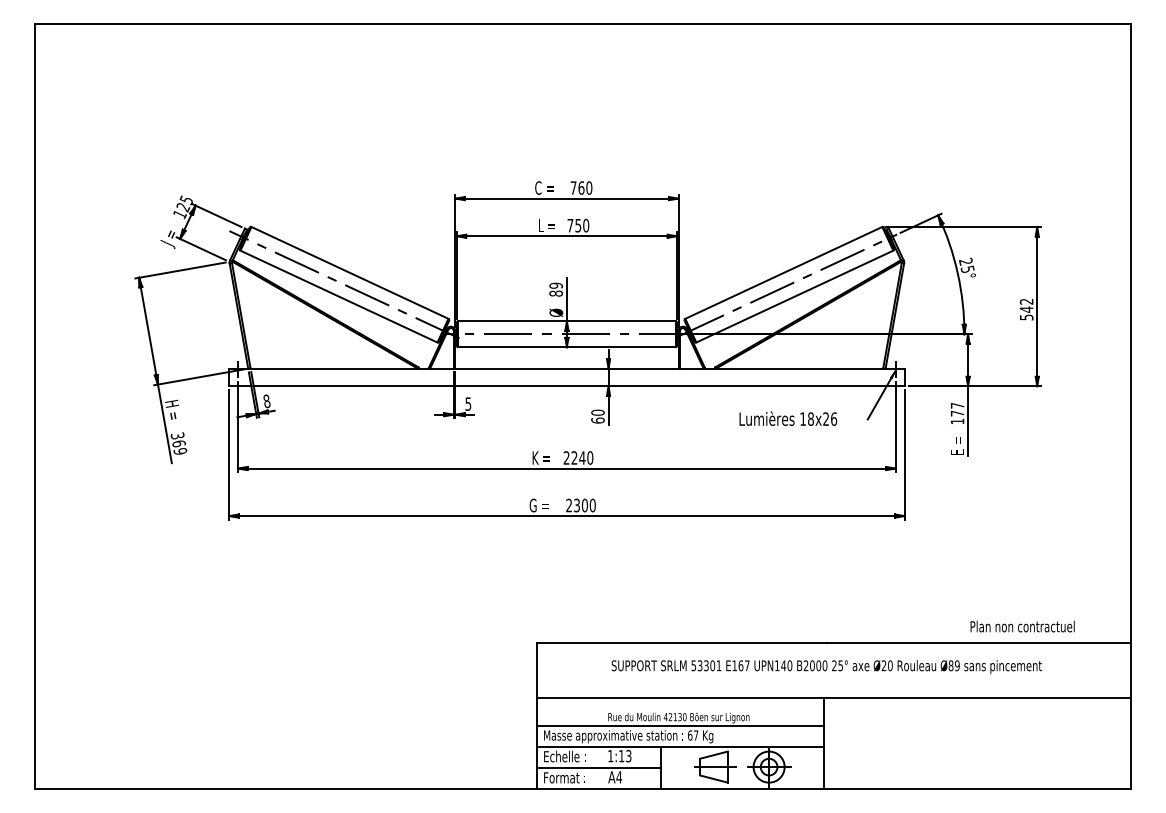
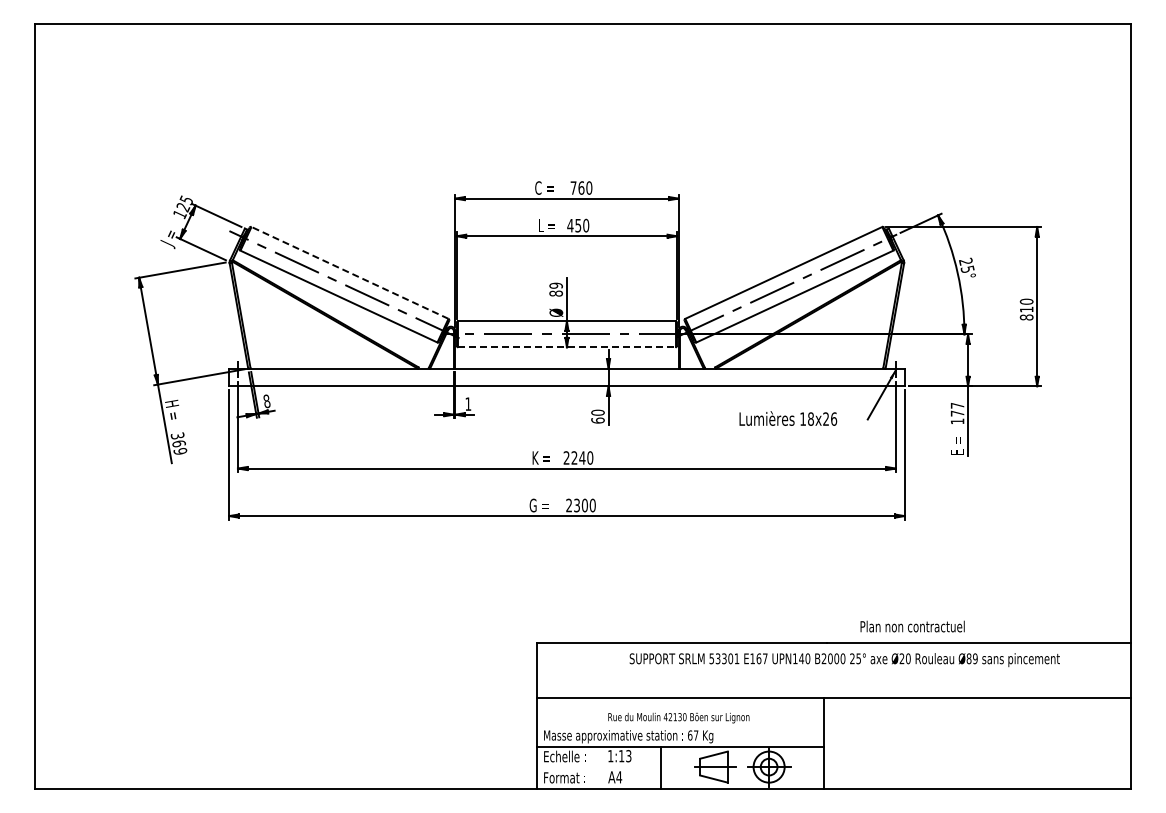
text at (570, 225): 750 -> 450
line at (350, 272): solid -> dashed
text at (1026, 309): 542 -> 810
line at (566, 347): solid -> dashed
text at (468, 403): 5 -> 1
text at (1022, 626) position: (1022, 626) -> (912, 626)
text at (826, 667) position: (826, 667) -> (844, 660)
line at (680, 725): present -> none
line at (598, 767): present -> none
